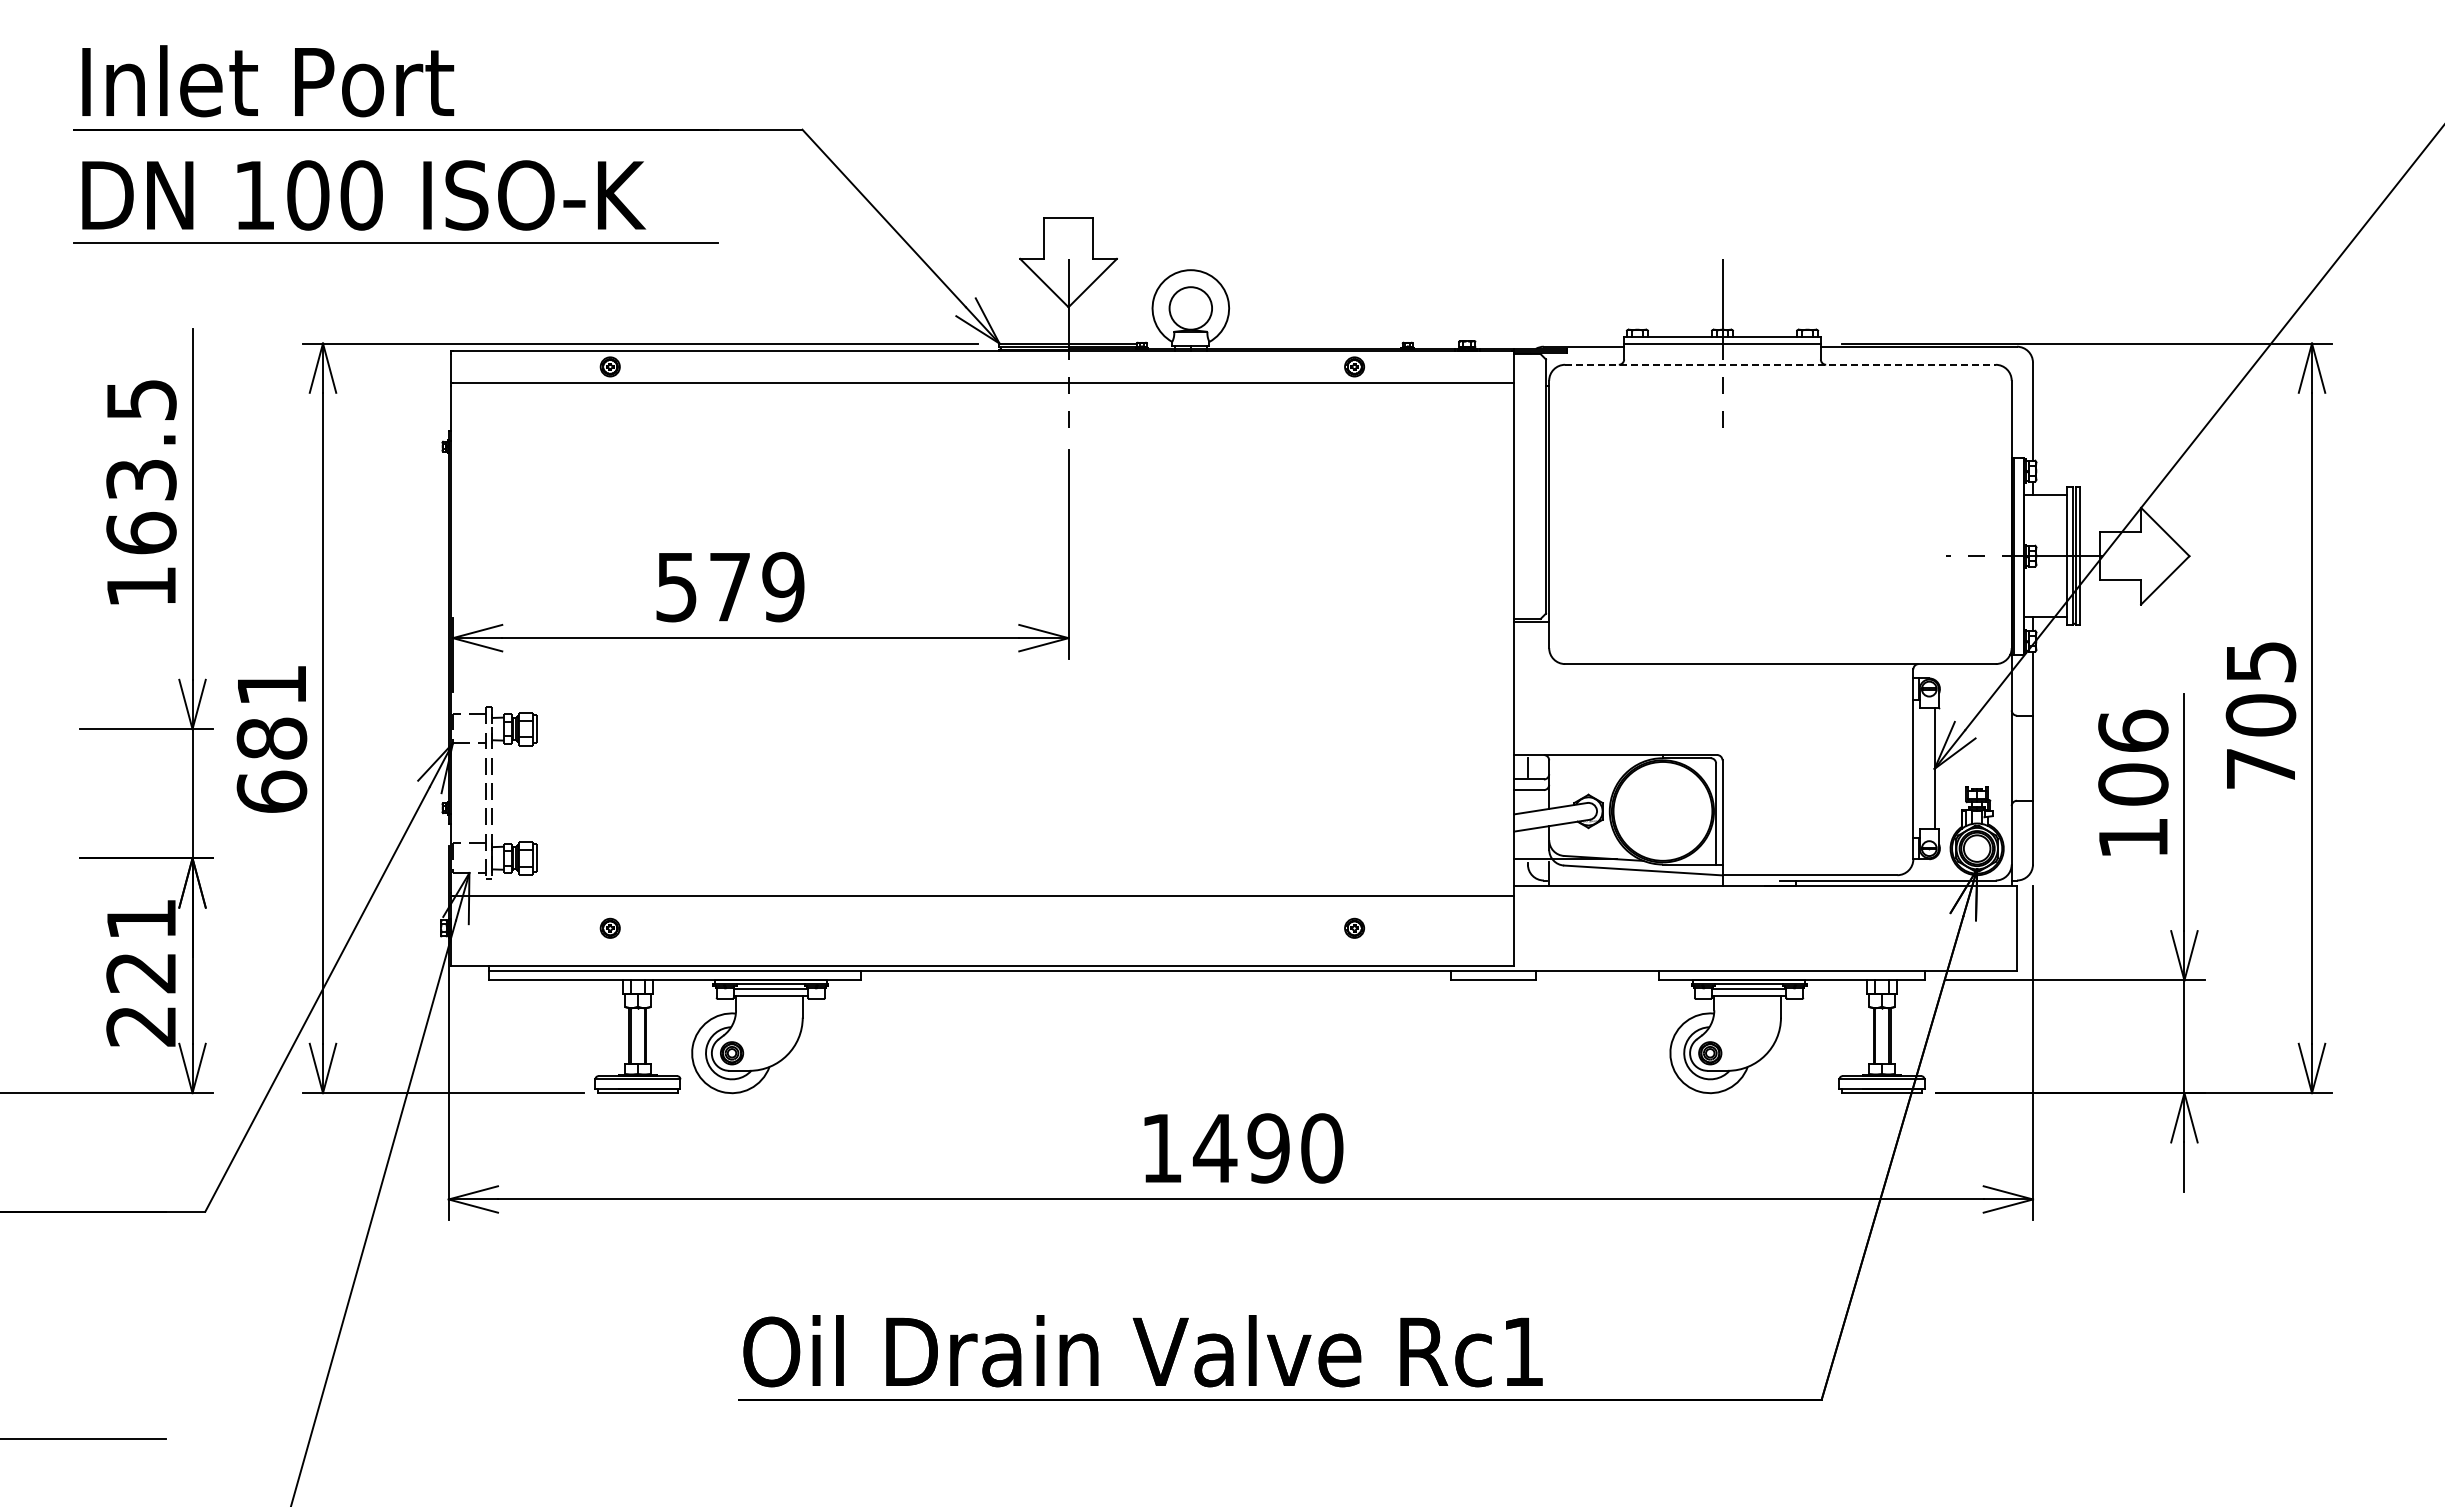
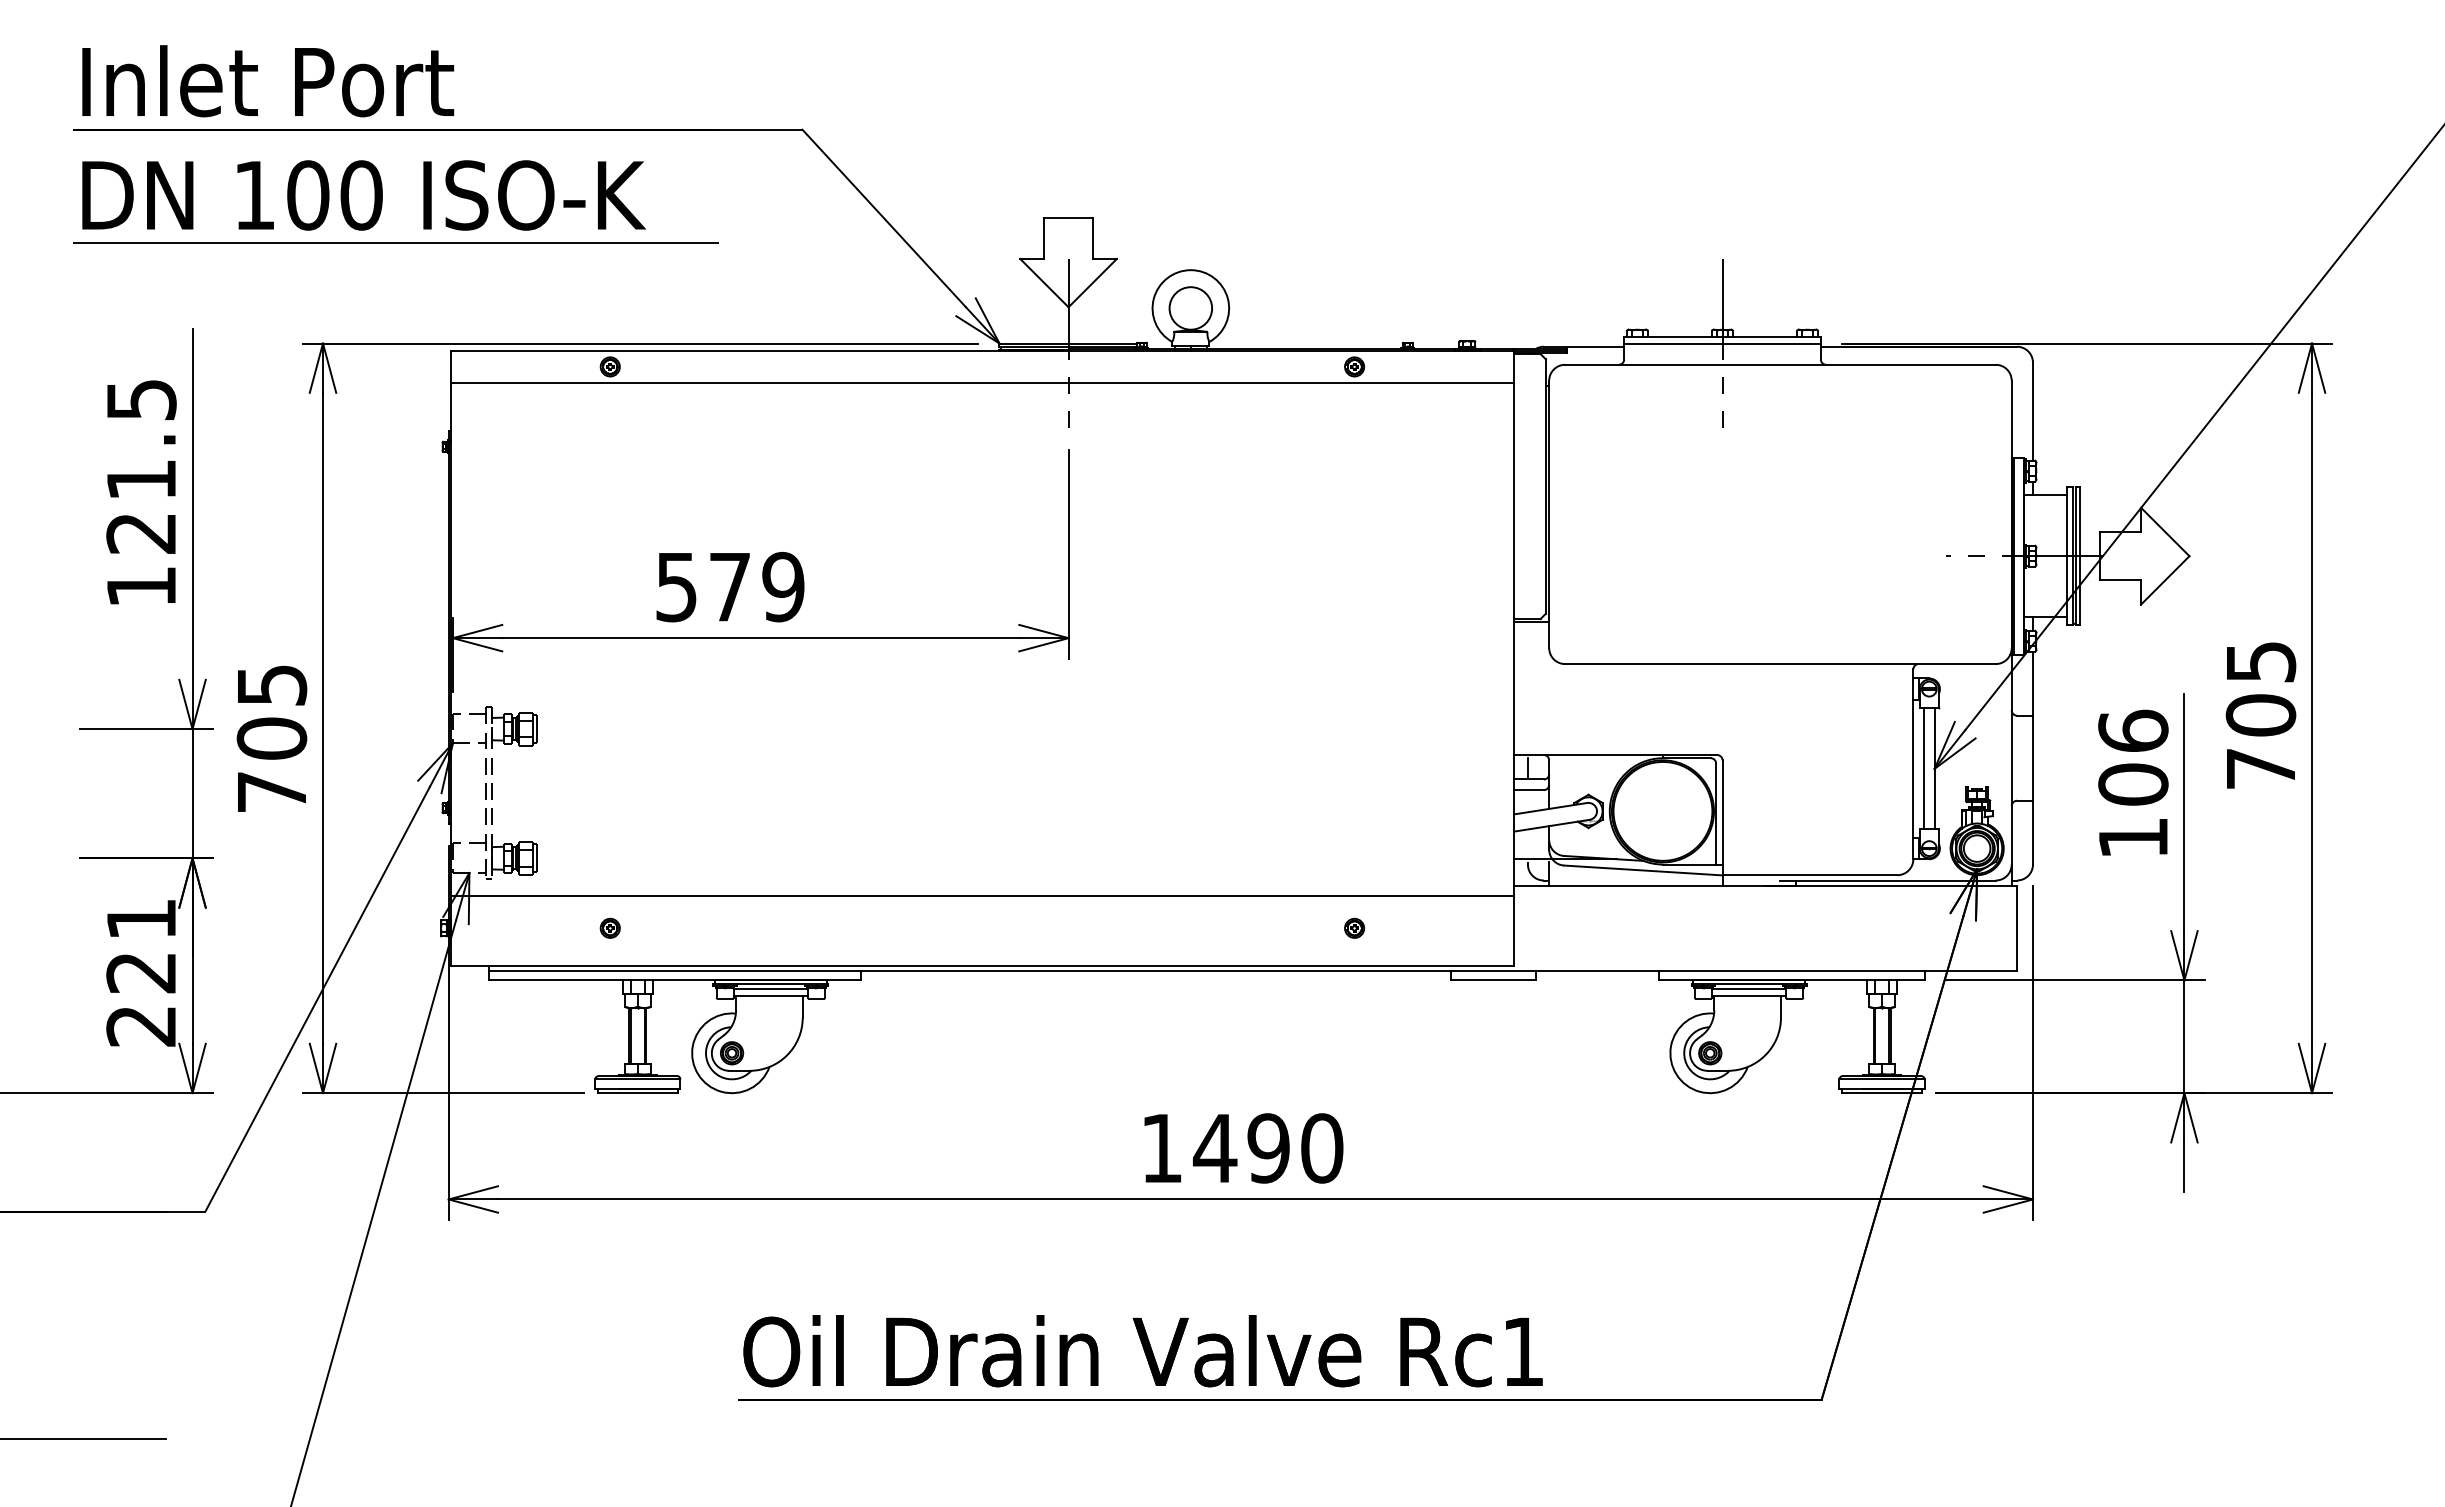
line at (1780, 364): dashed -> solid
text at (141, 507): 163.5 -> 121.5
text at (271, 738): 681 -> 705
line at (1924, 768): none -> present
